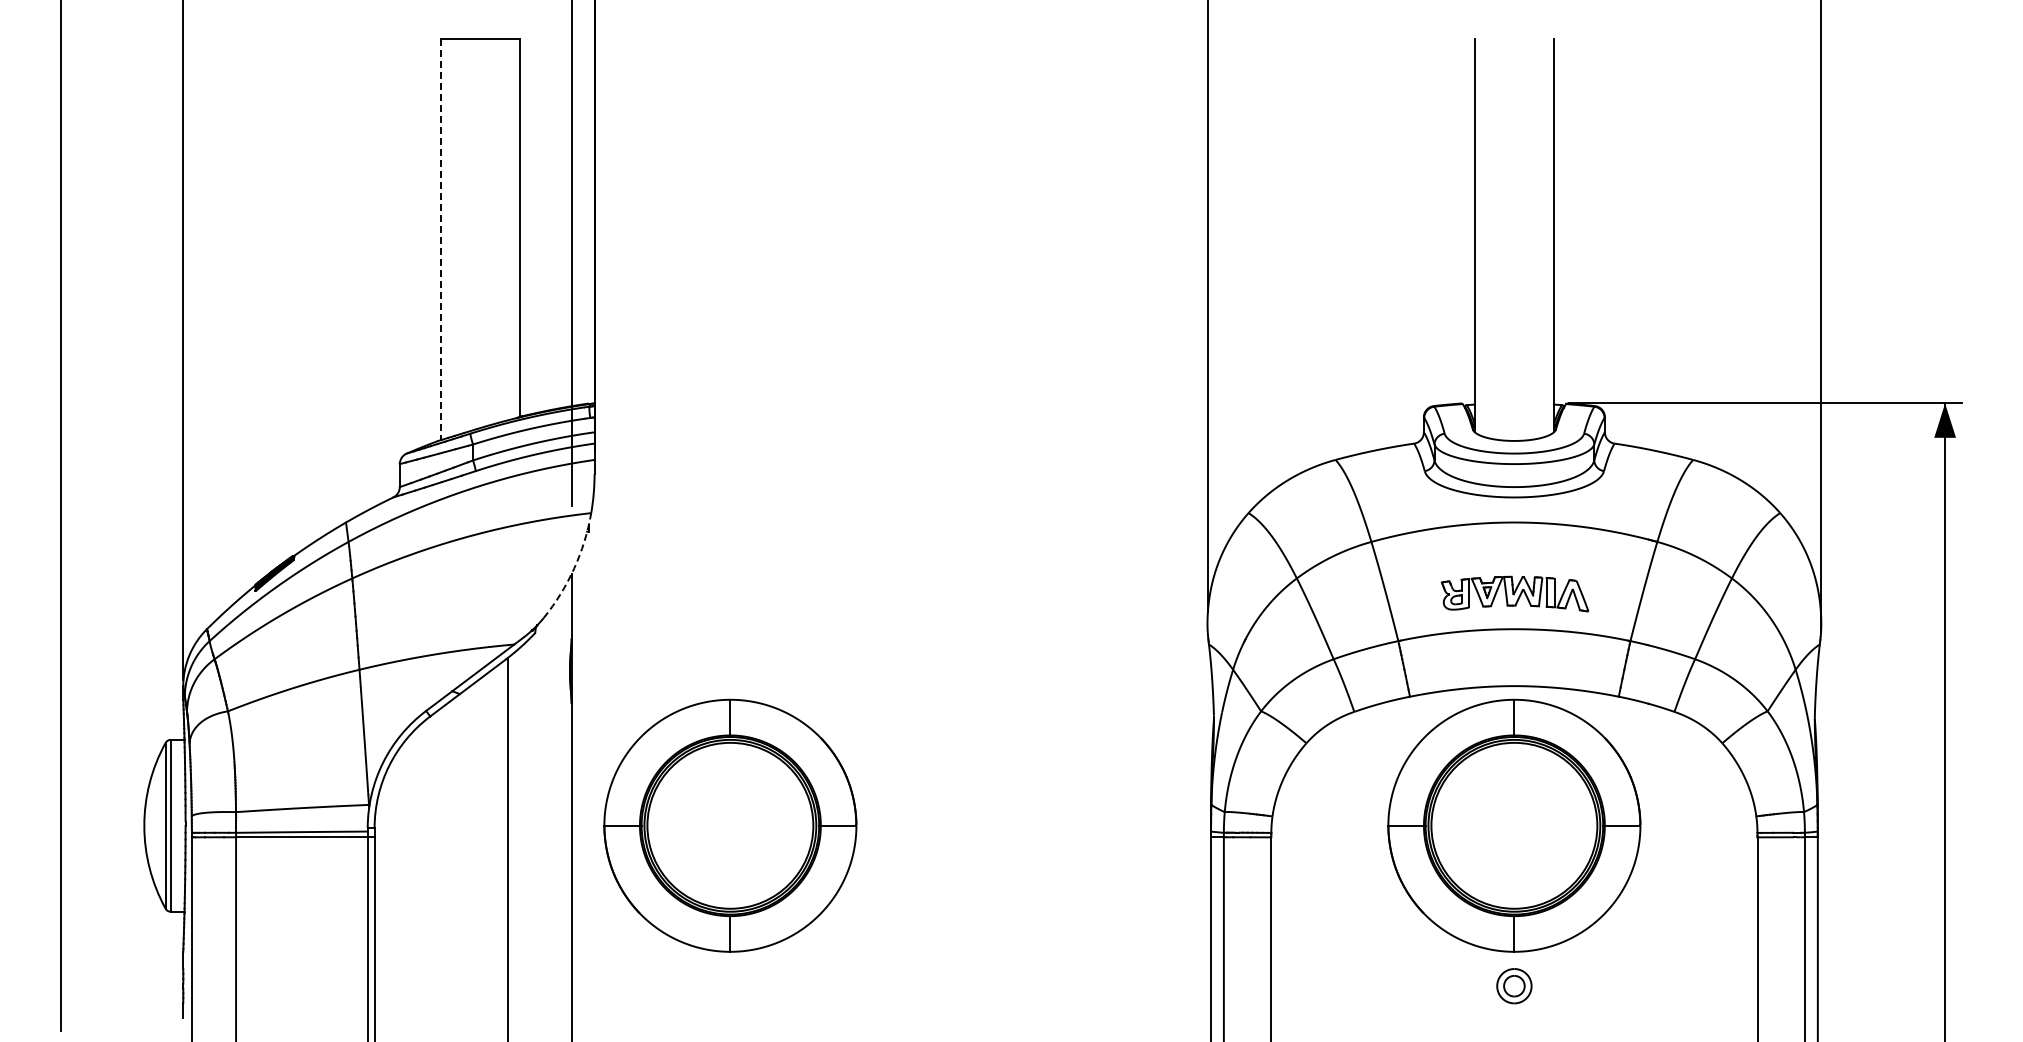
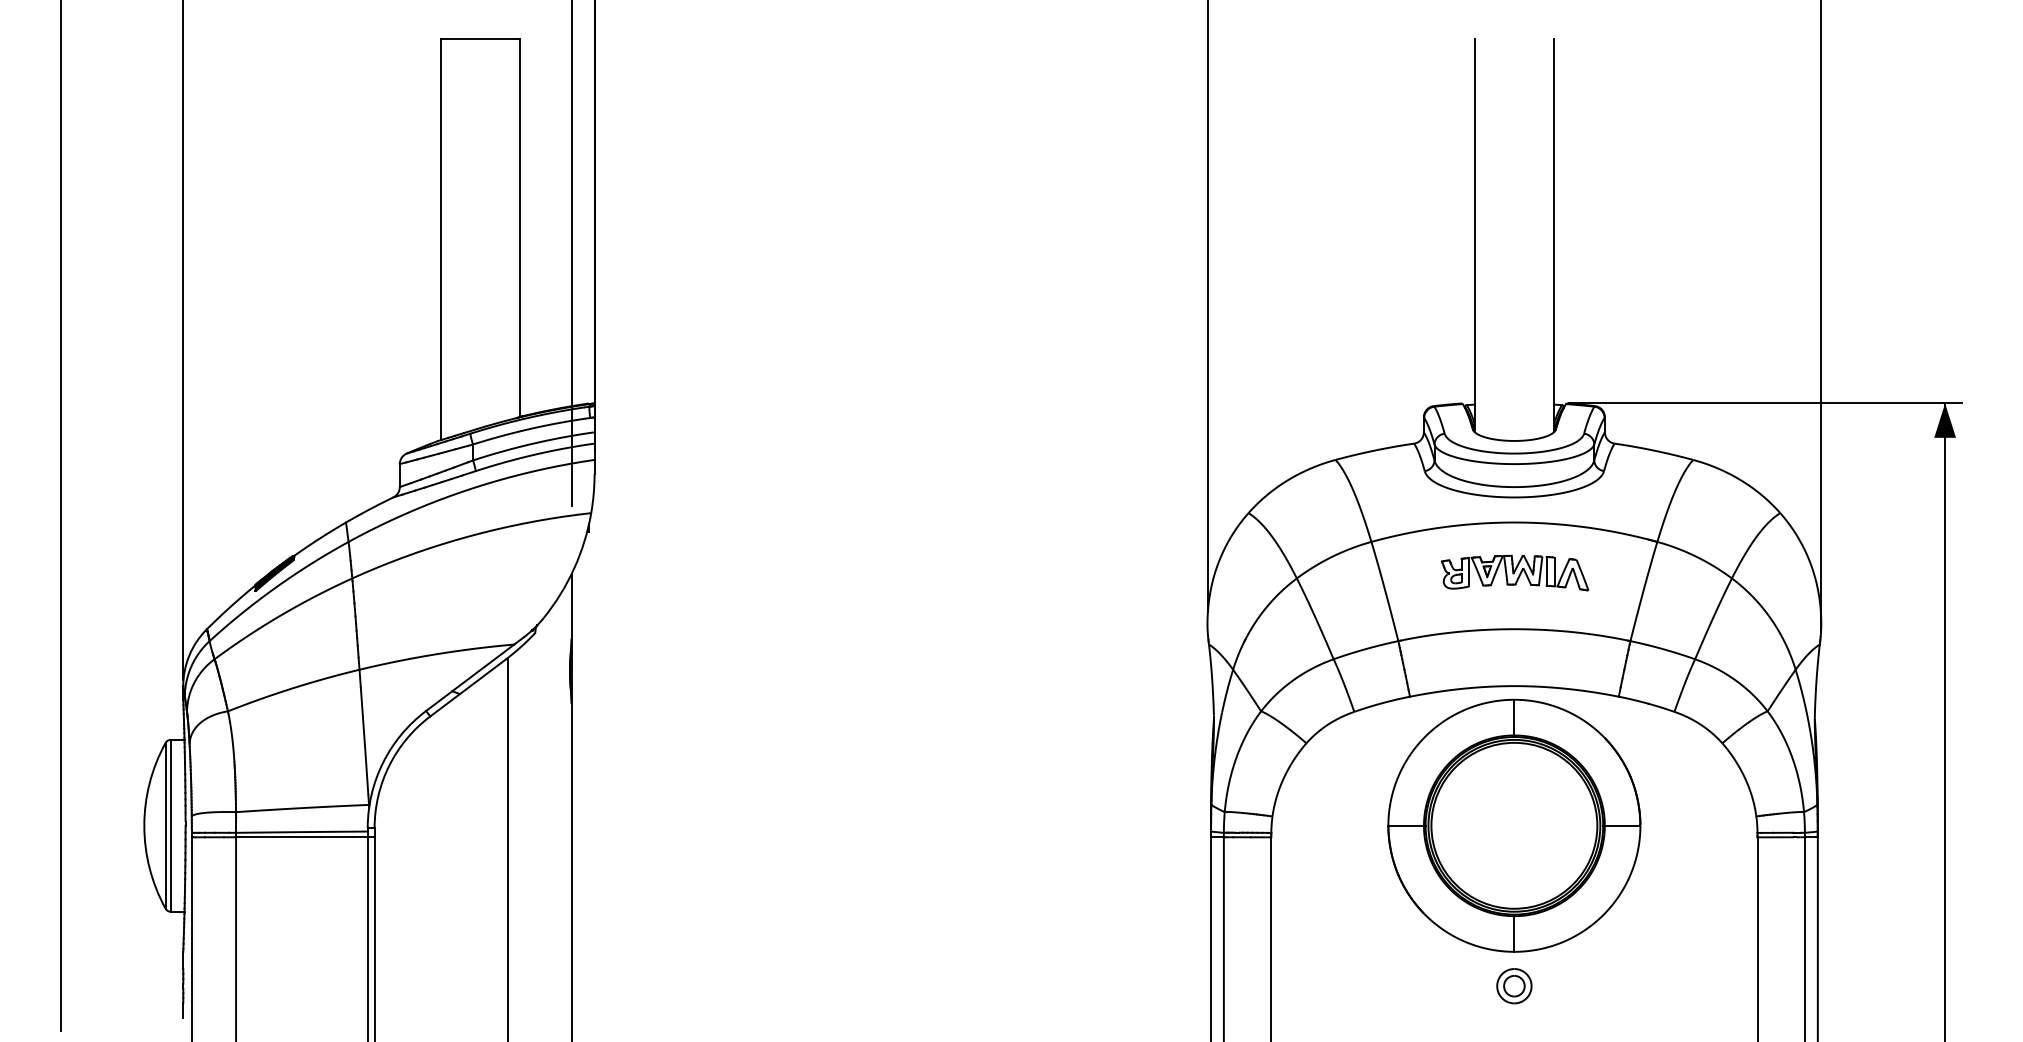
line at (440, 239): dashed -> solid
arc at (574, 568): dashed -> solid
part at (1515, 593) position: (1515, 593) -> (1515, 572)
part at (730, 825): present -> none
